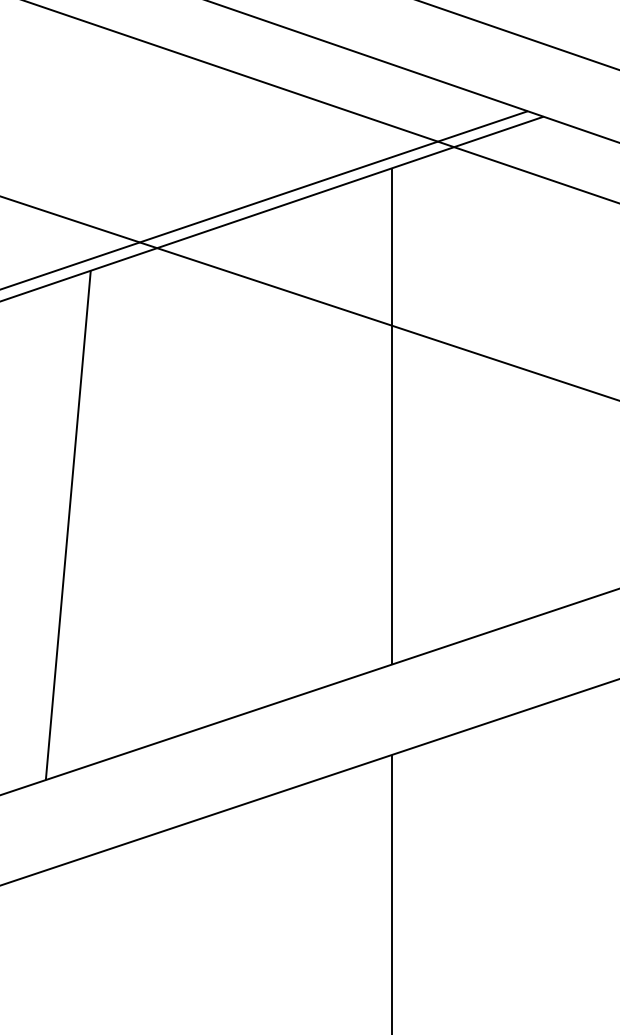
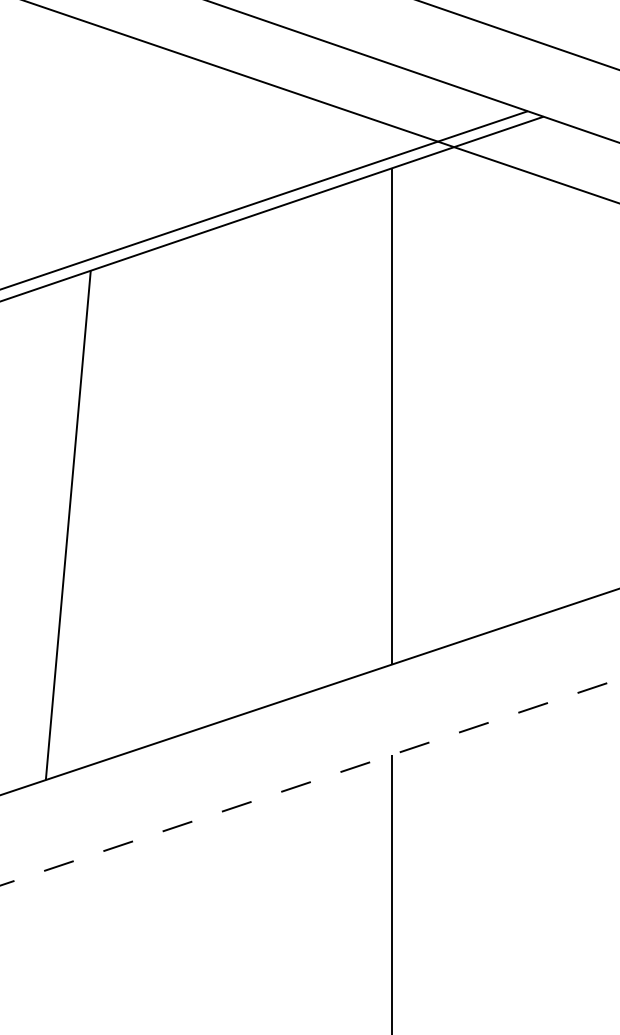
line at (309, 298): present -> none
line at (309, 782): solid -> dashed
